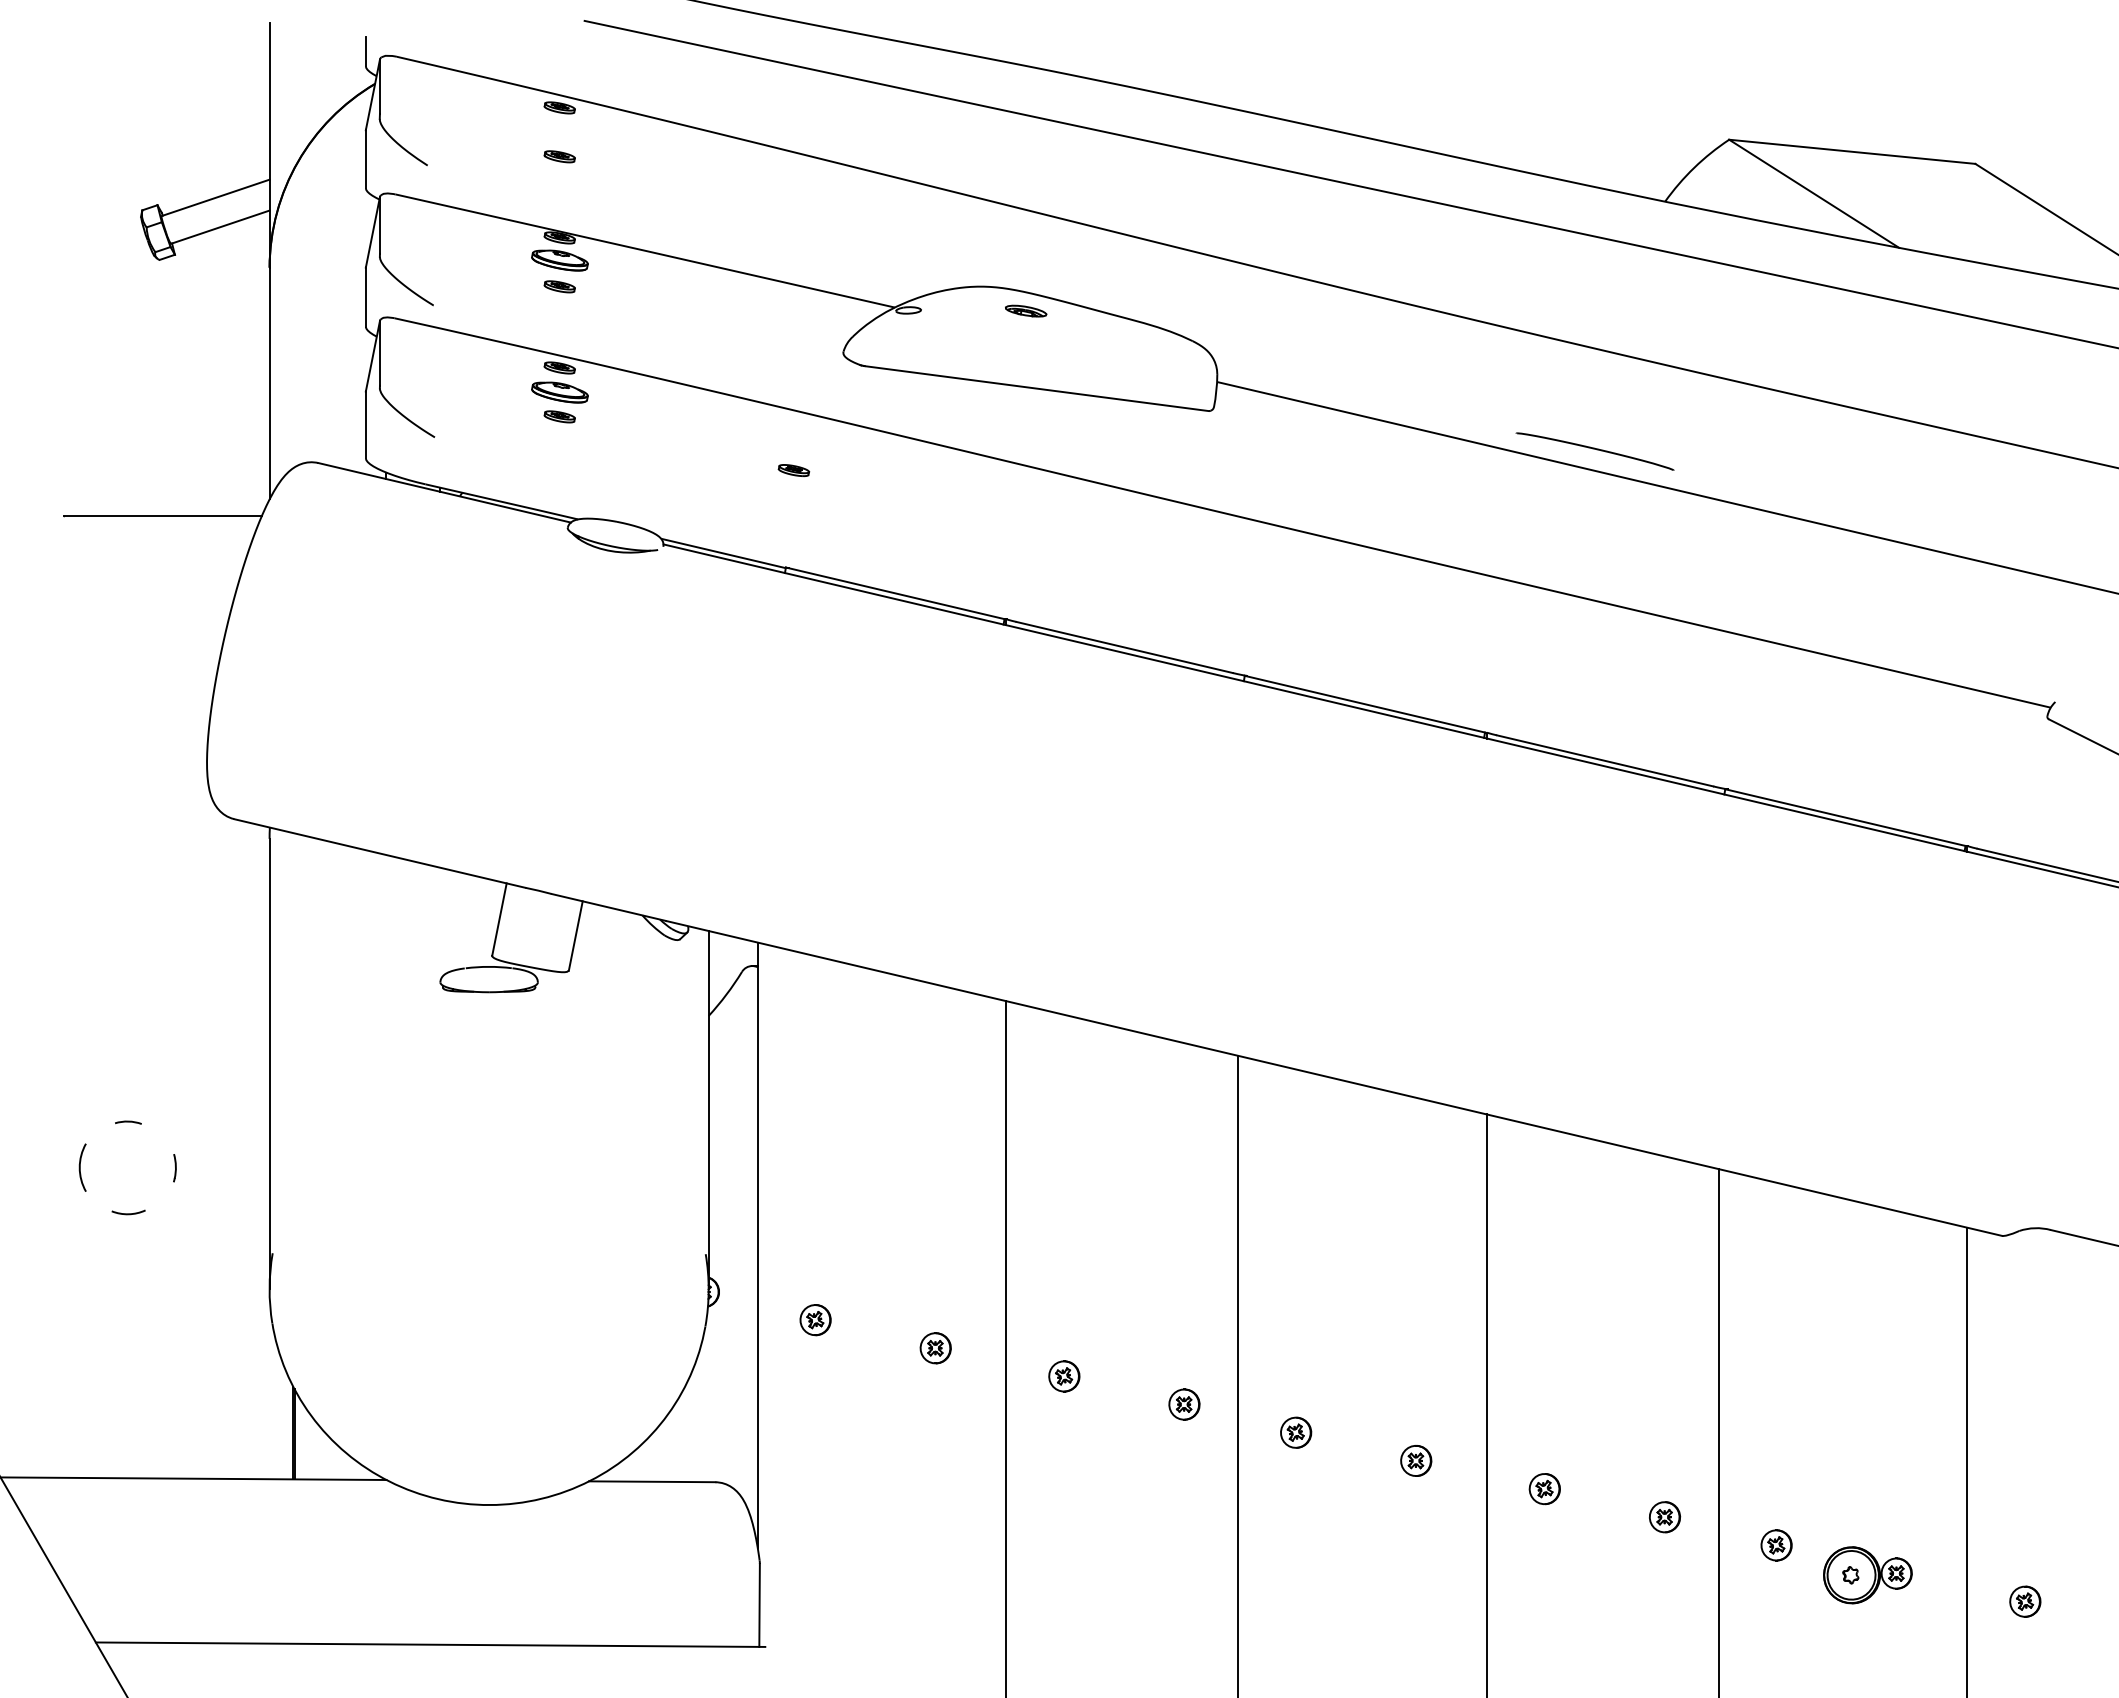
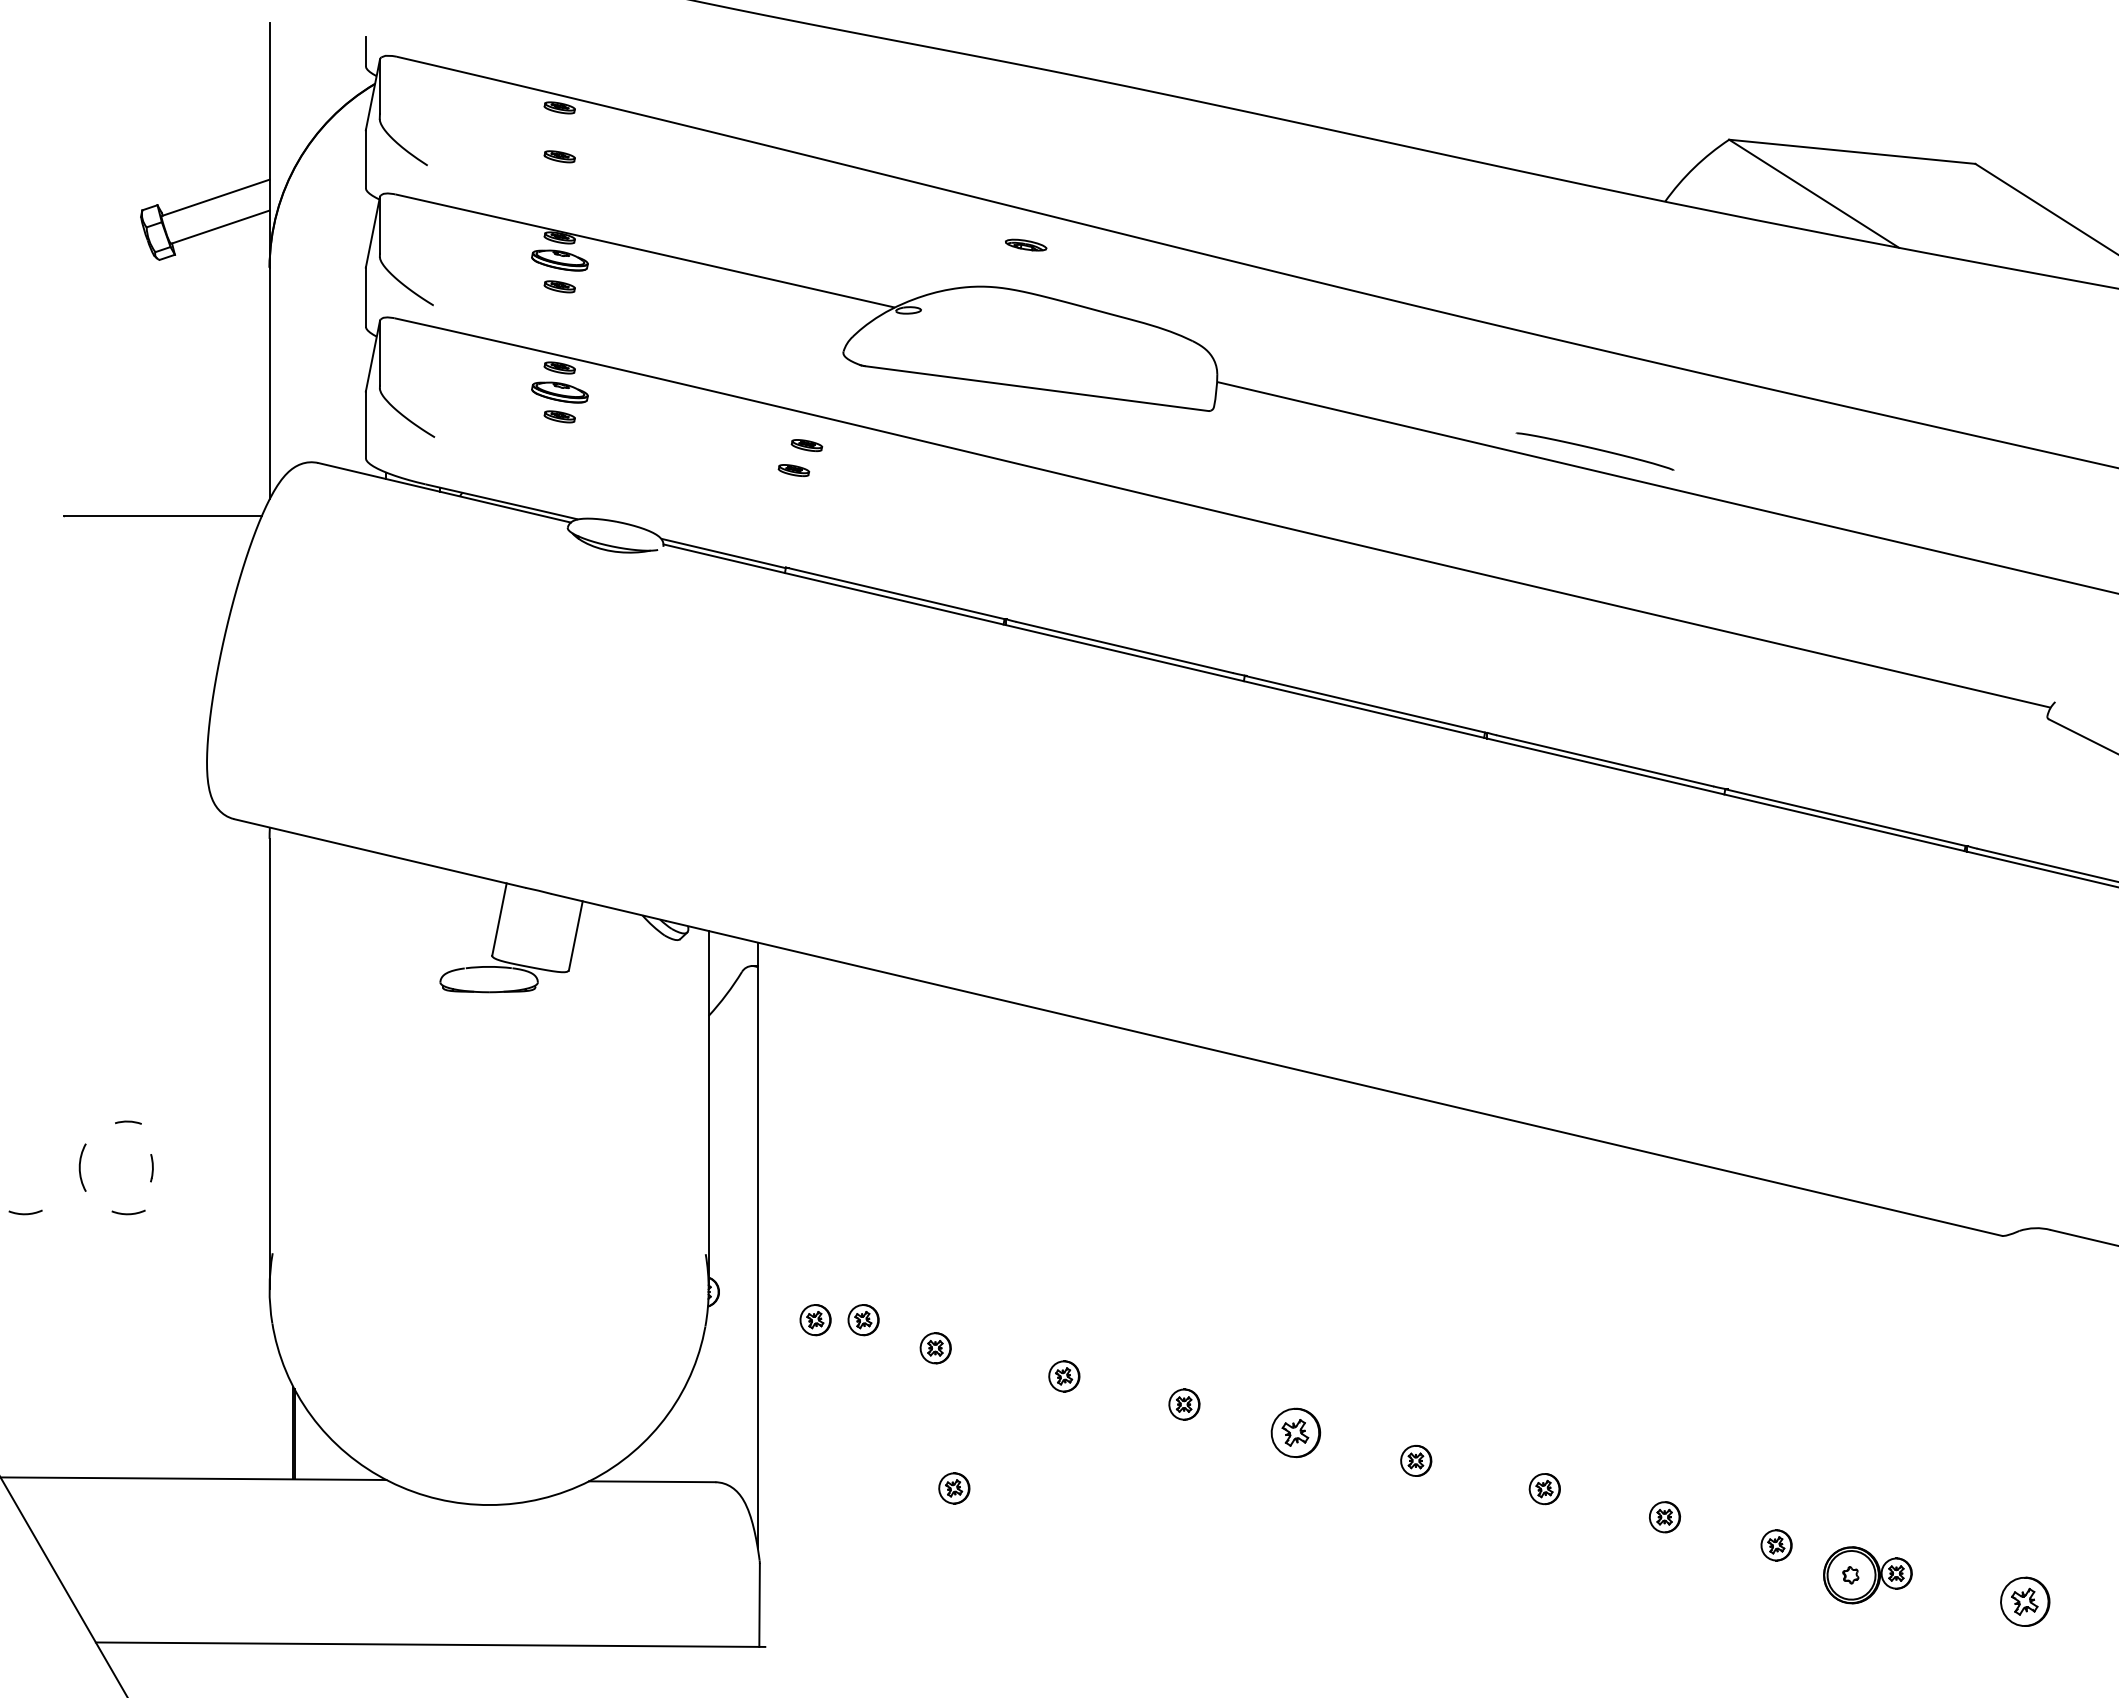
line at (1349, 183): present -> none
part at (1026, 310) position: (1026, 310) -> (1026, 244)
part at (806, 445): none -> present
line at (175, 1168) position: (175, 1168) -> (152, 1168)
arc at (25, 1213): none -> present
part at (863, 1320): none -> present
line at (1006, 1347): present -> none
line at (1238, 1374): present -> none
line at (1486, 1404): present -> none
line at (1718, 1431): present -> none
part at (1296, 1432) size: 33x33 px -> 52x52 px
line at (1967, 1460): present -> none
part at (954, 1488): none -> present
part at (2025, 1601) size: 33x33 px -> 51x51 px
